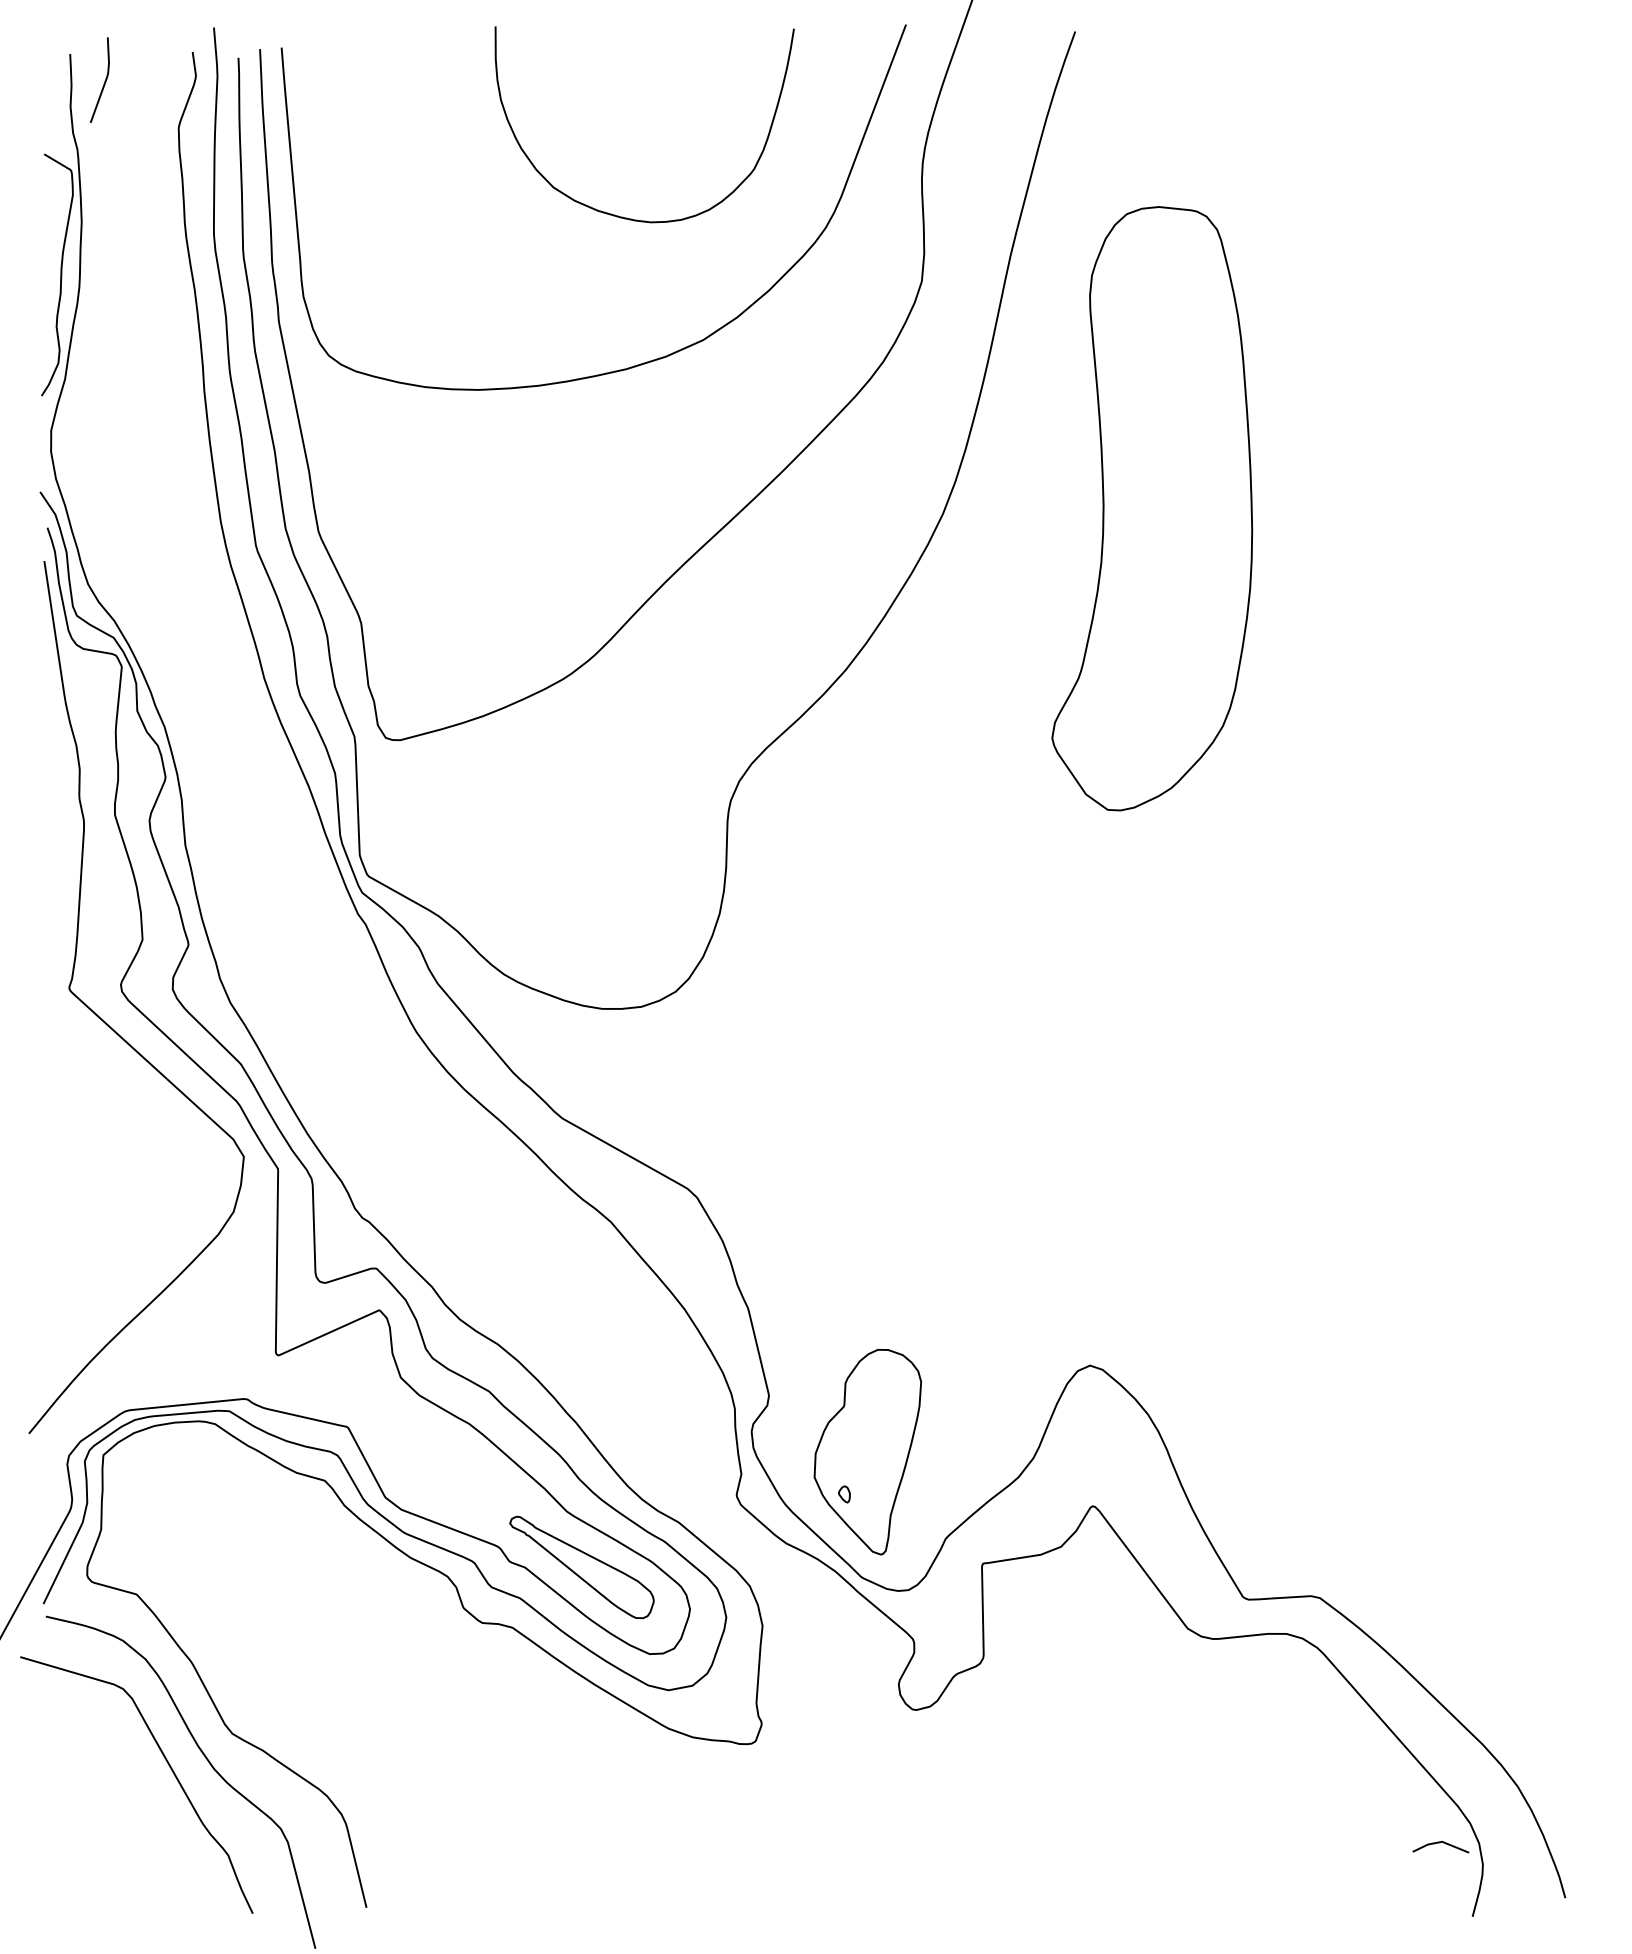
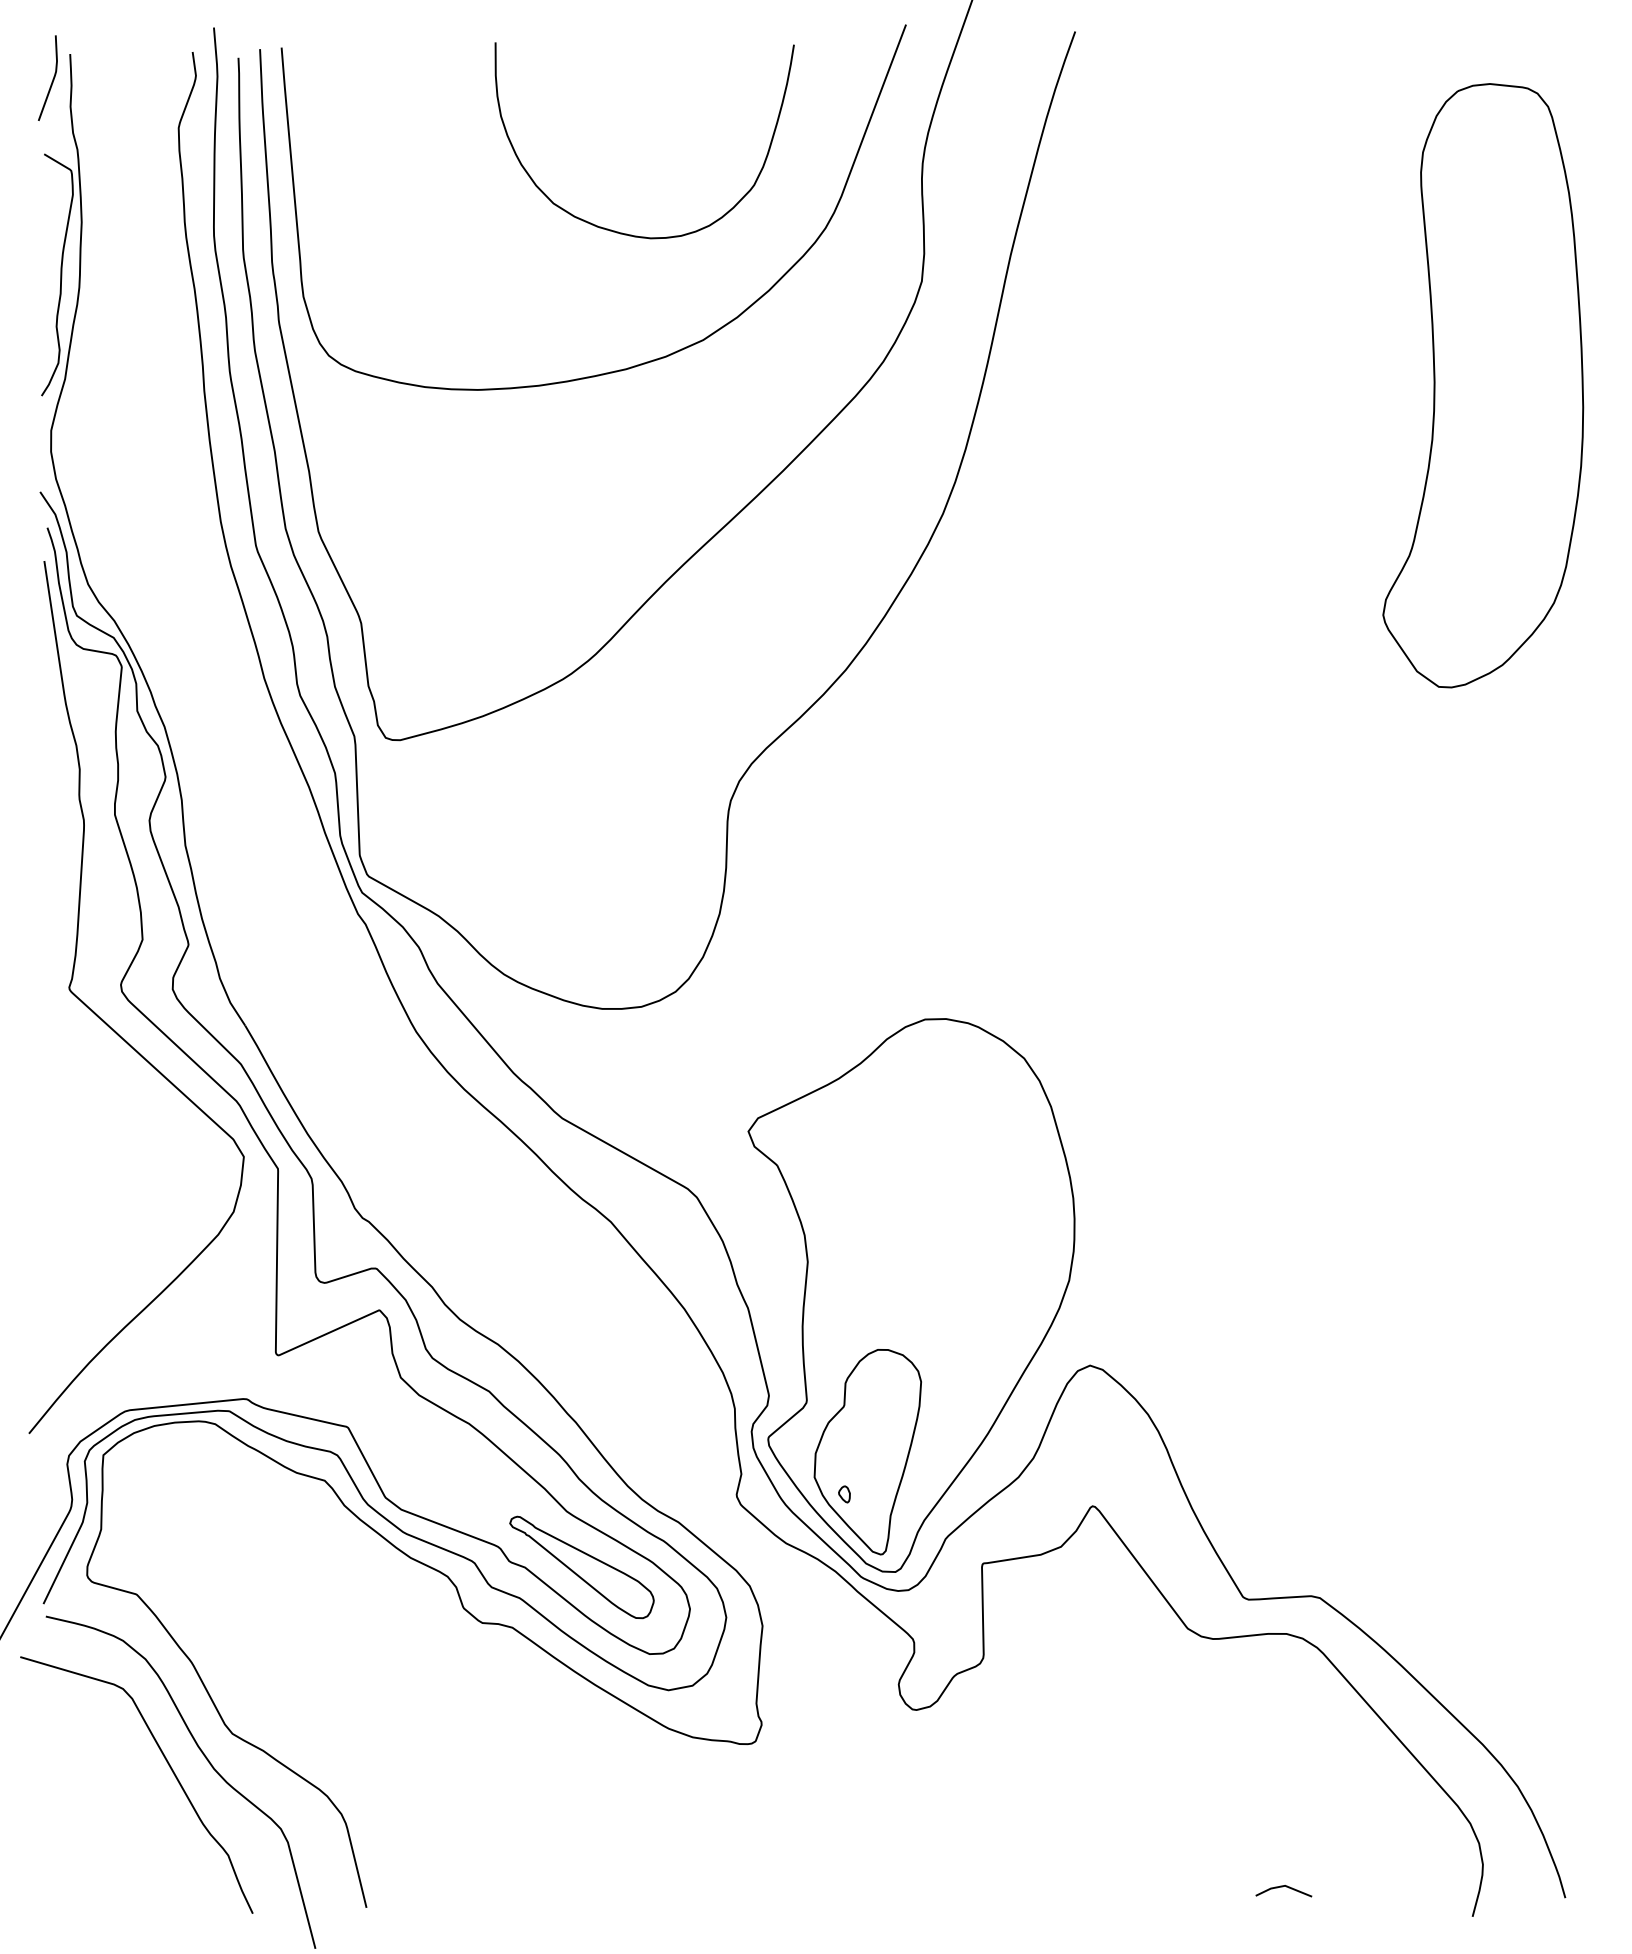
line at (104, 81) position: (104, 81) -> (52, 79)
curve at (627, 217) position: (627, 217) -> (627, 233)
part at (1152, 508) position: (1152, 508) -> (1483, 385)
part at (911, 1295): none -> present
line at (1439, 1843) position: (1439, 1843) -> (1282, 1887)
